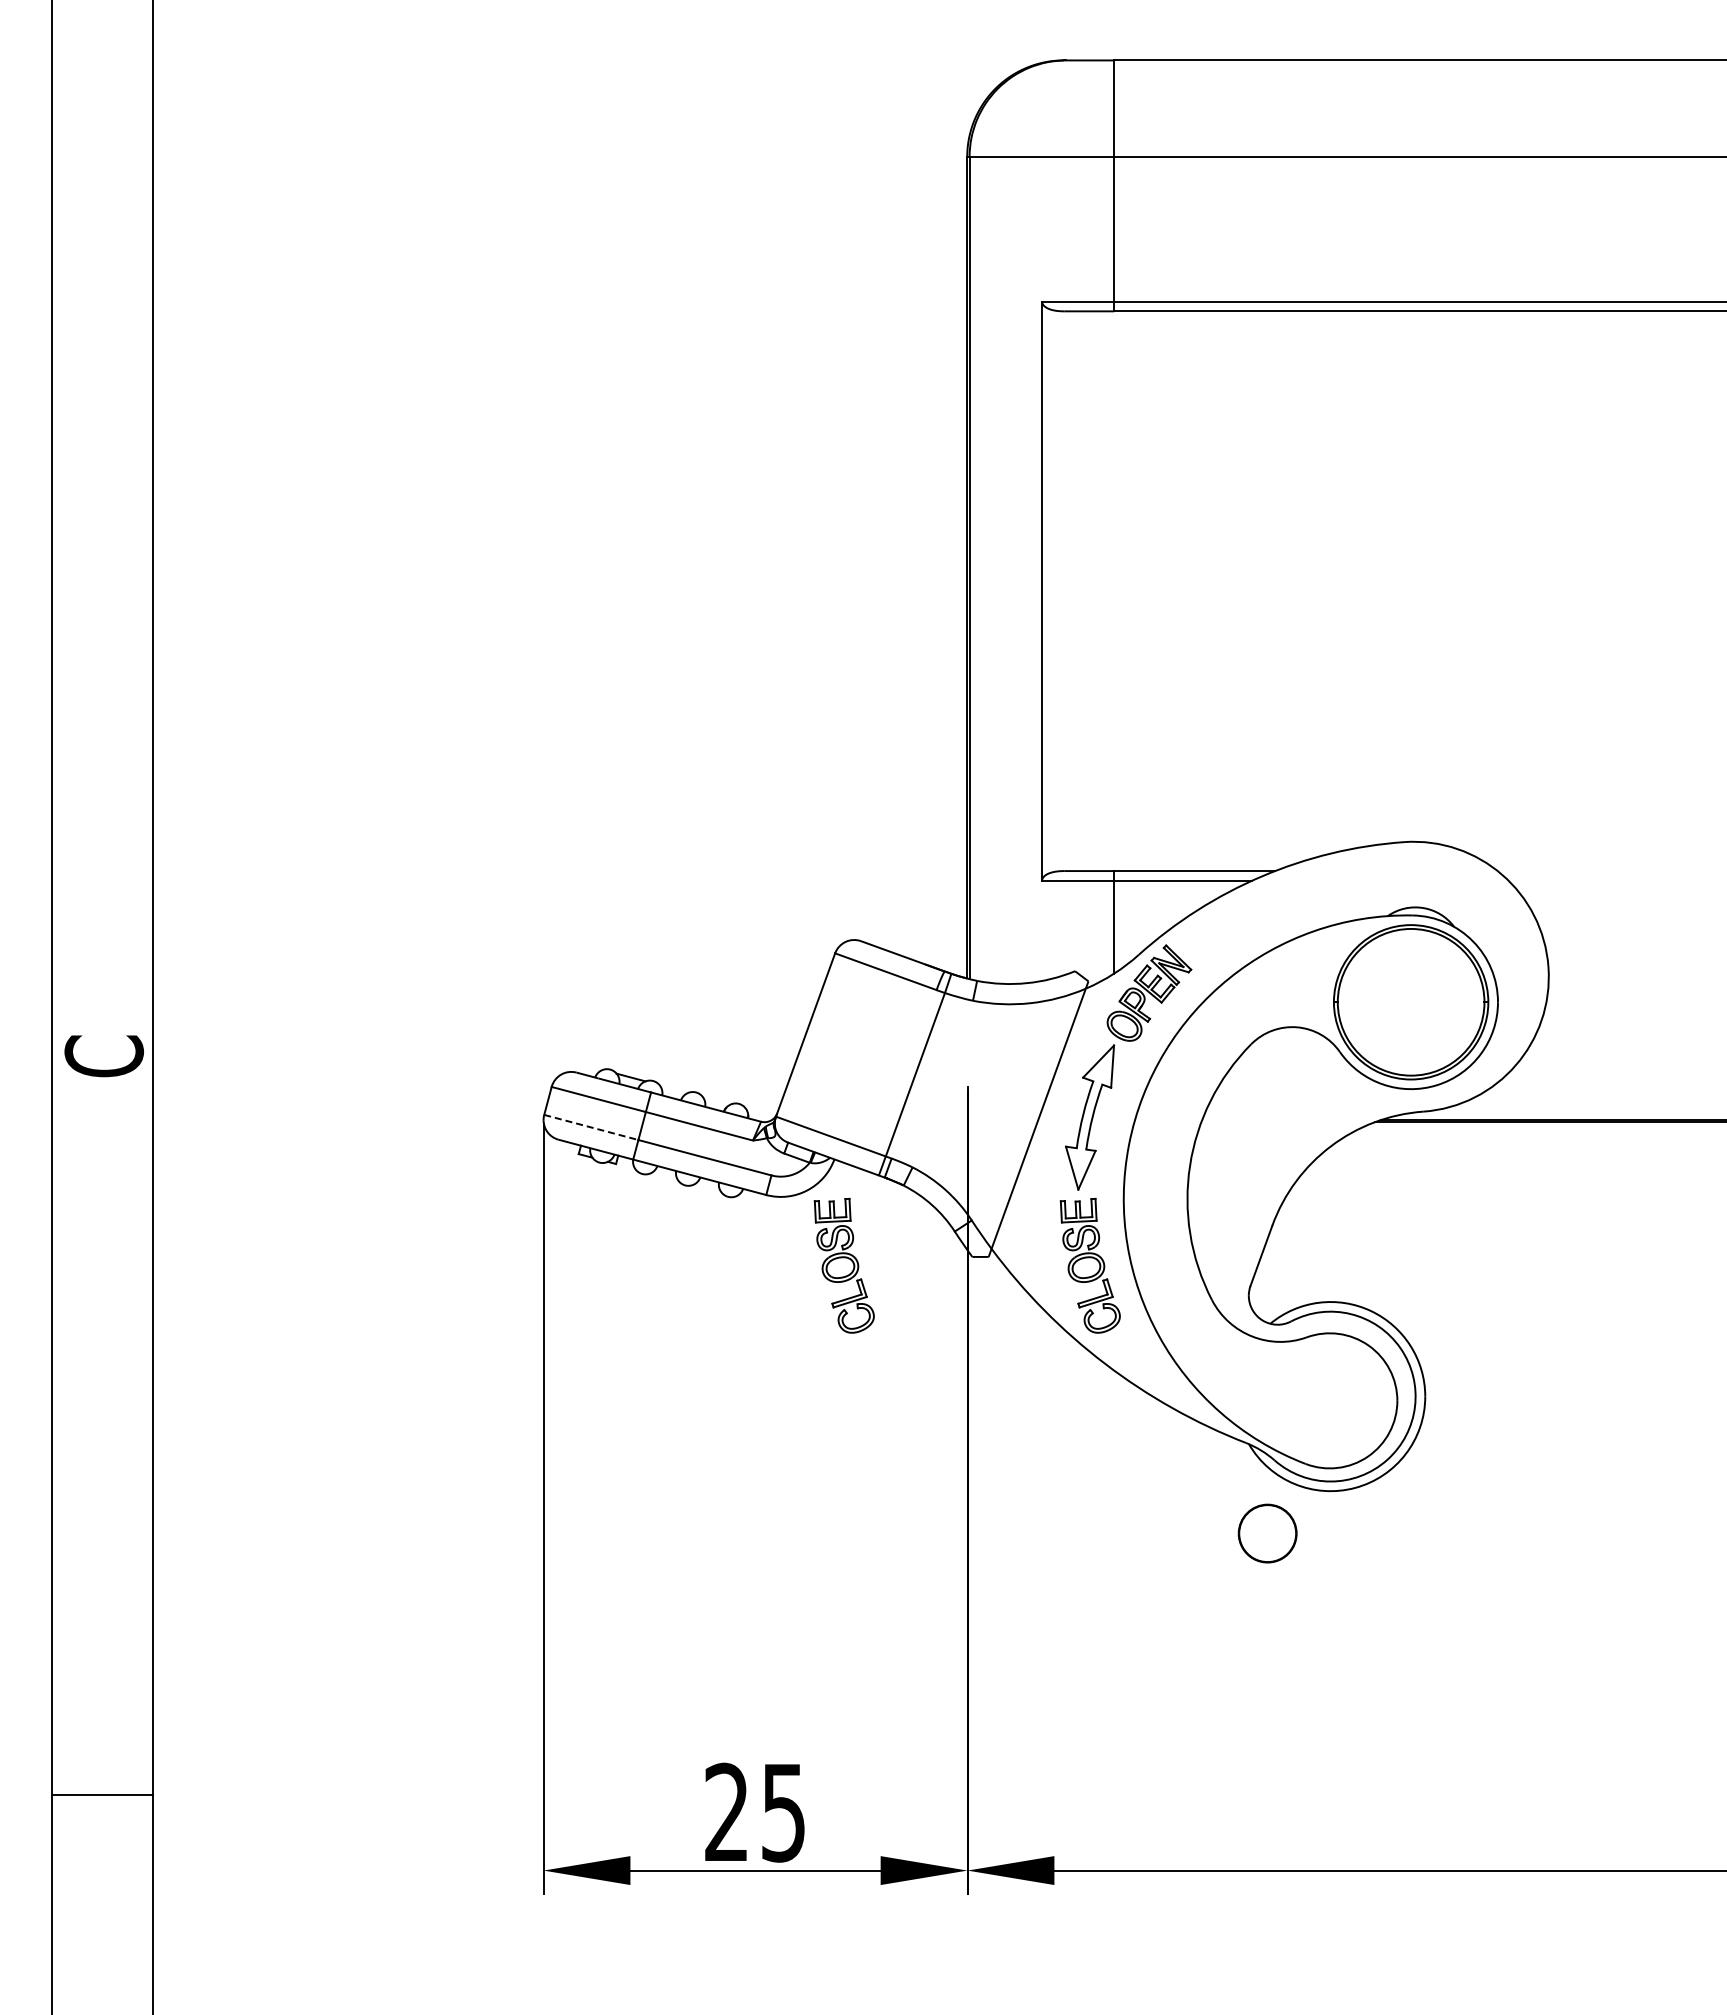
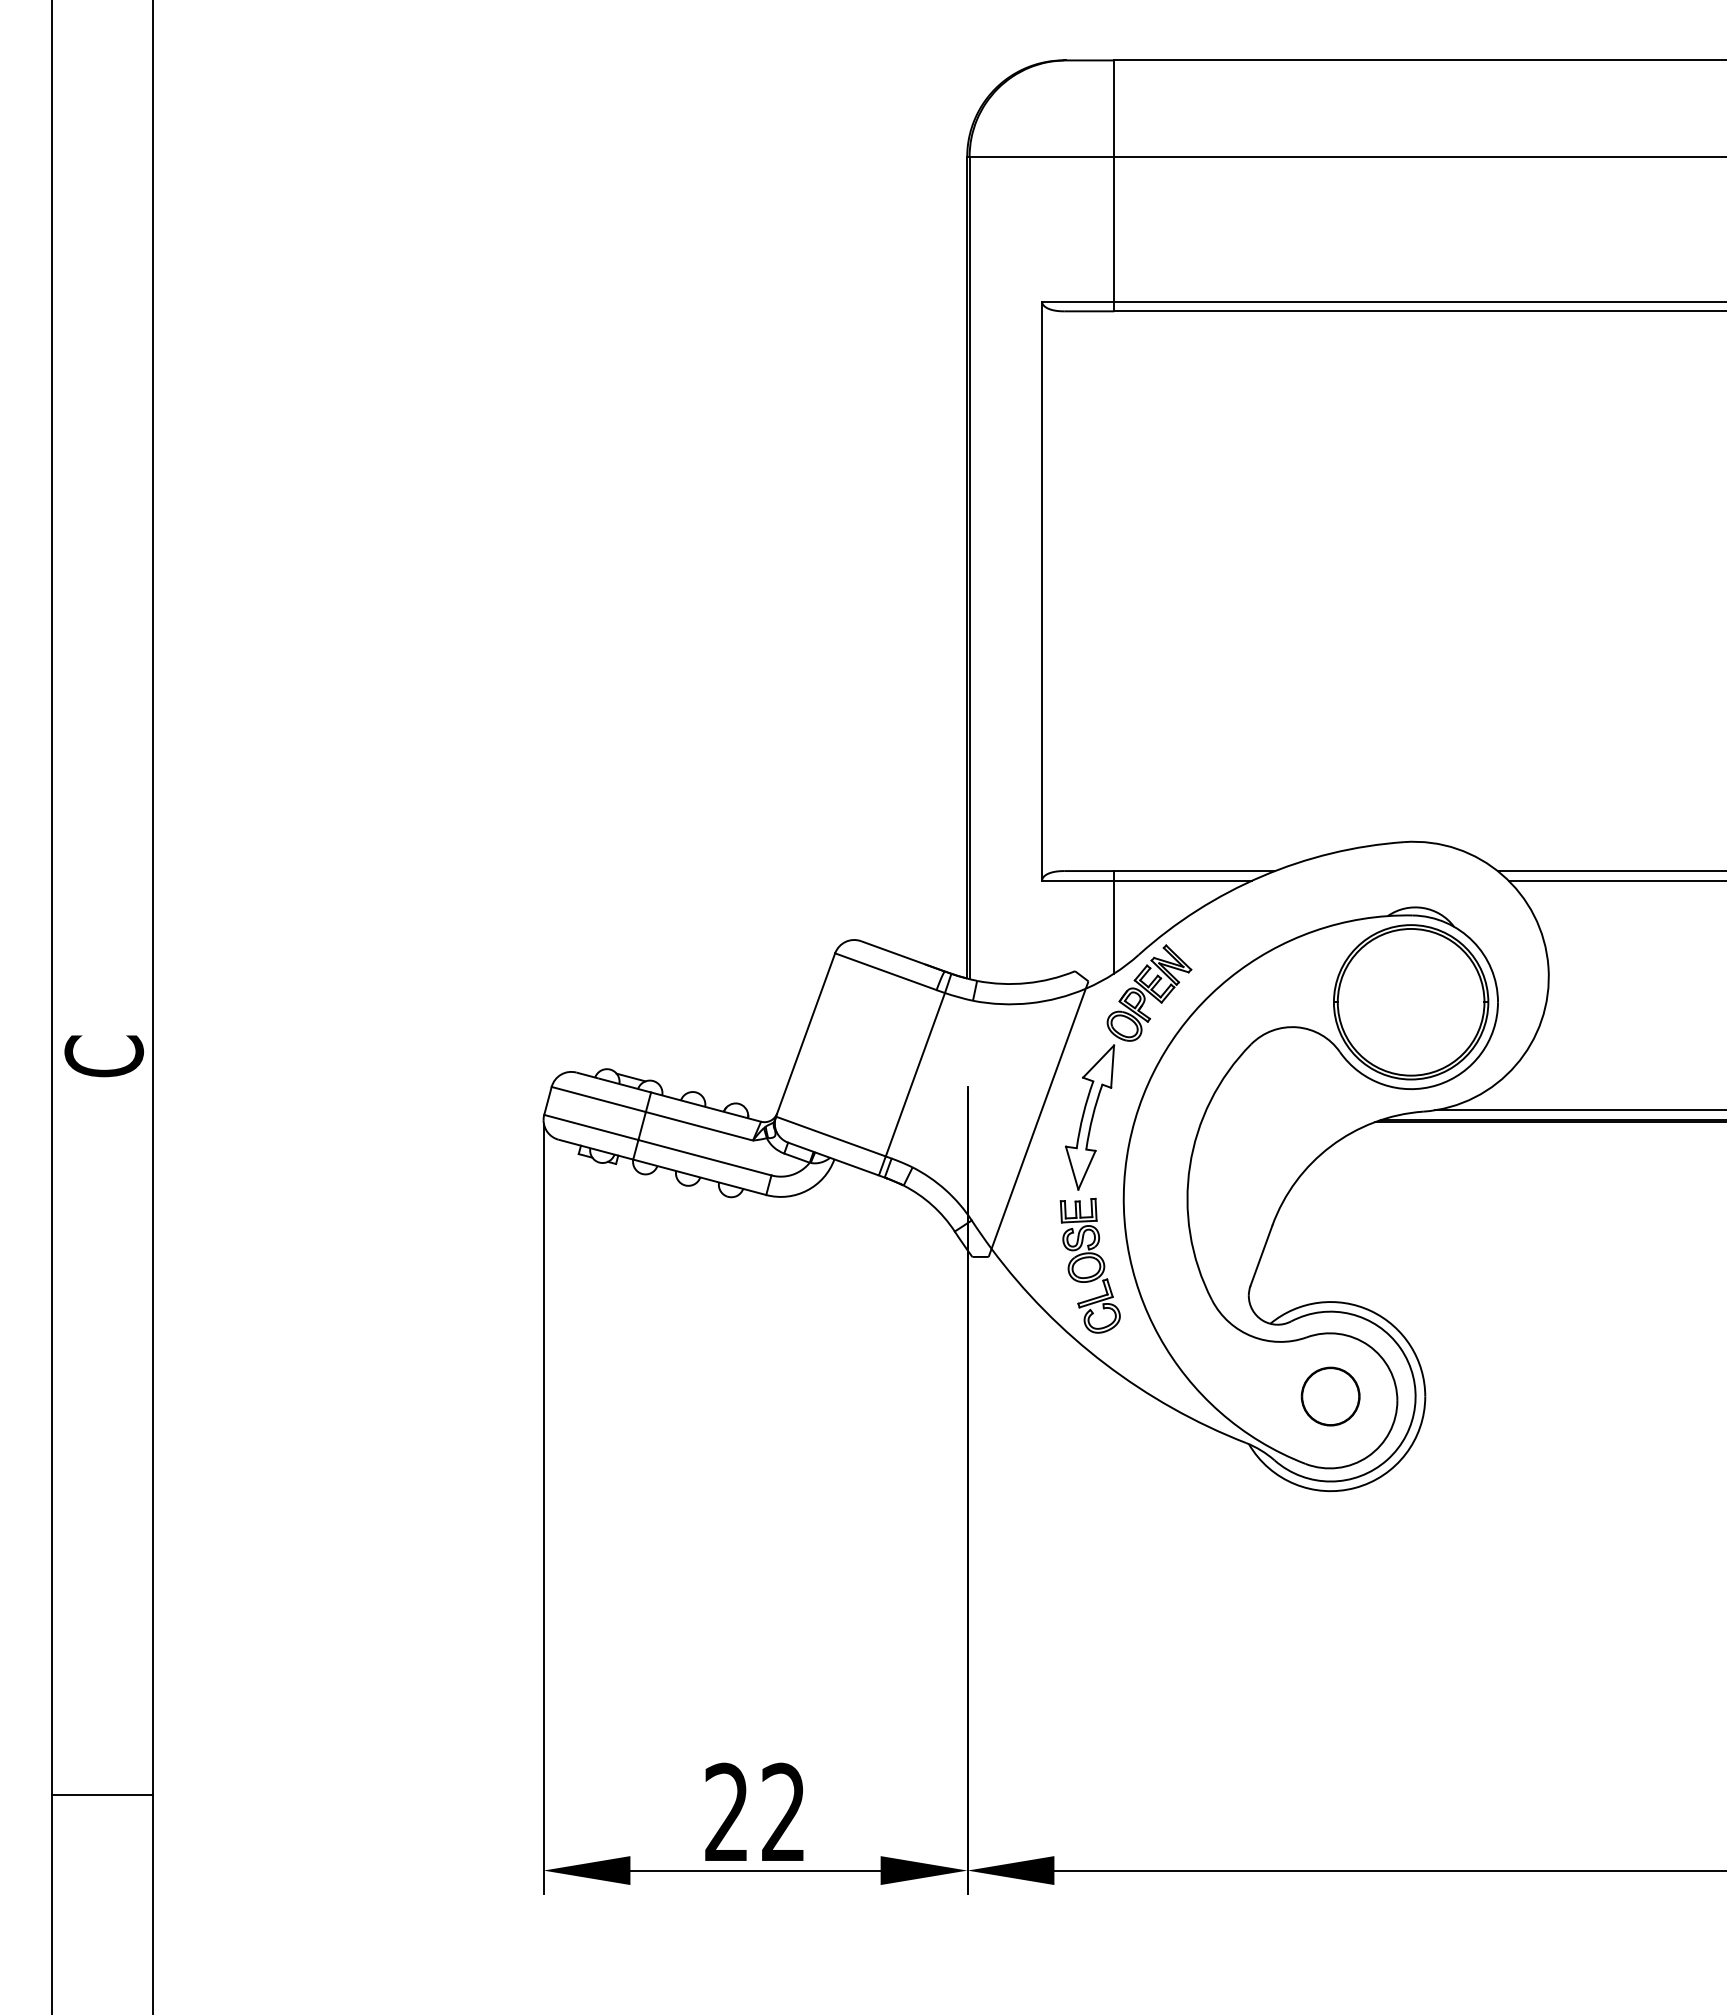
line at (1610, 871): none -> present
line at (1615, 880): none -> present
line at (1578, 1110): none -> present
line at (591, 1127): dashed -> solid
part at (843, 1265): present -> none
part at (1267, 1533) position: (1267, 1533) -> (1330, 1396)
text at (783, 1812): 25 -> 22
